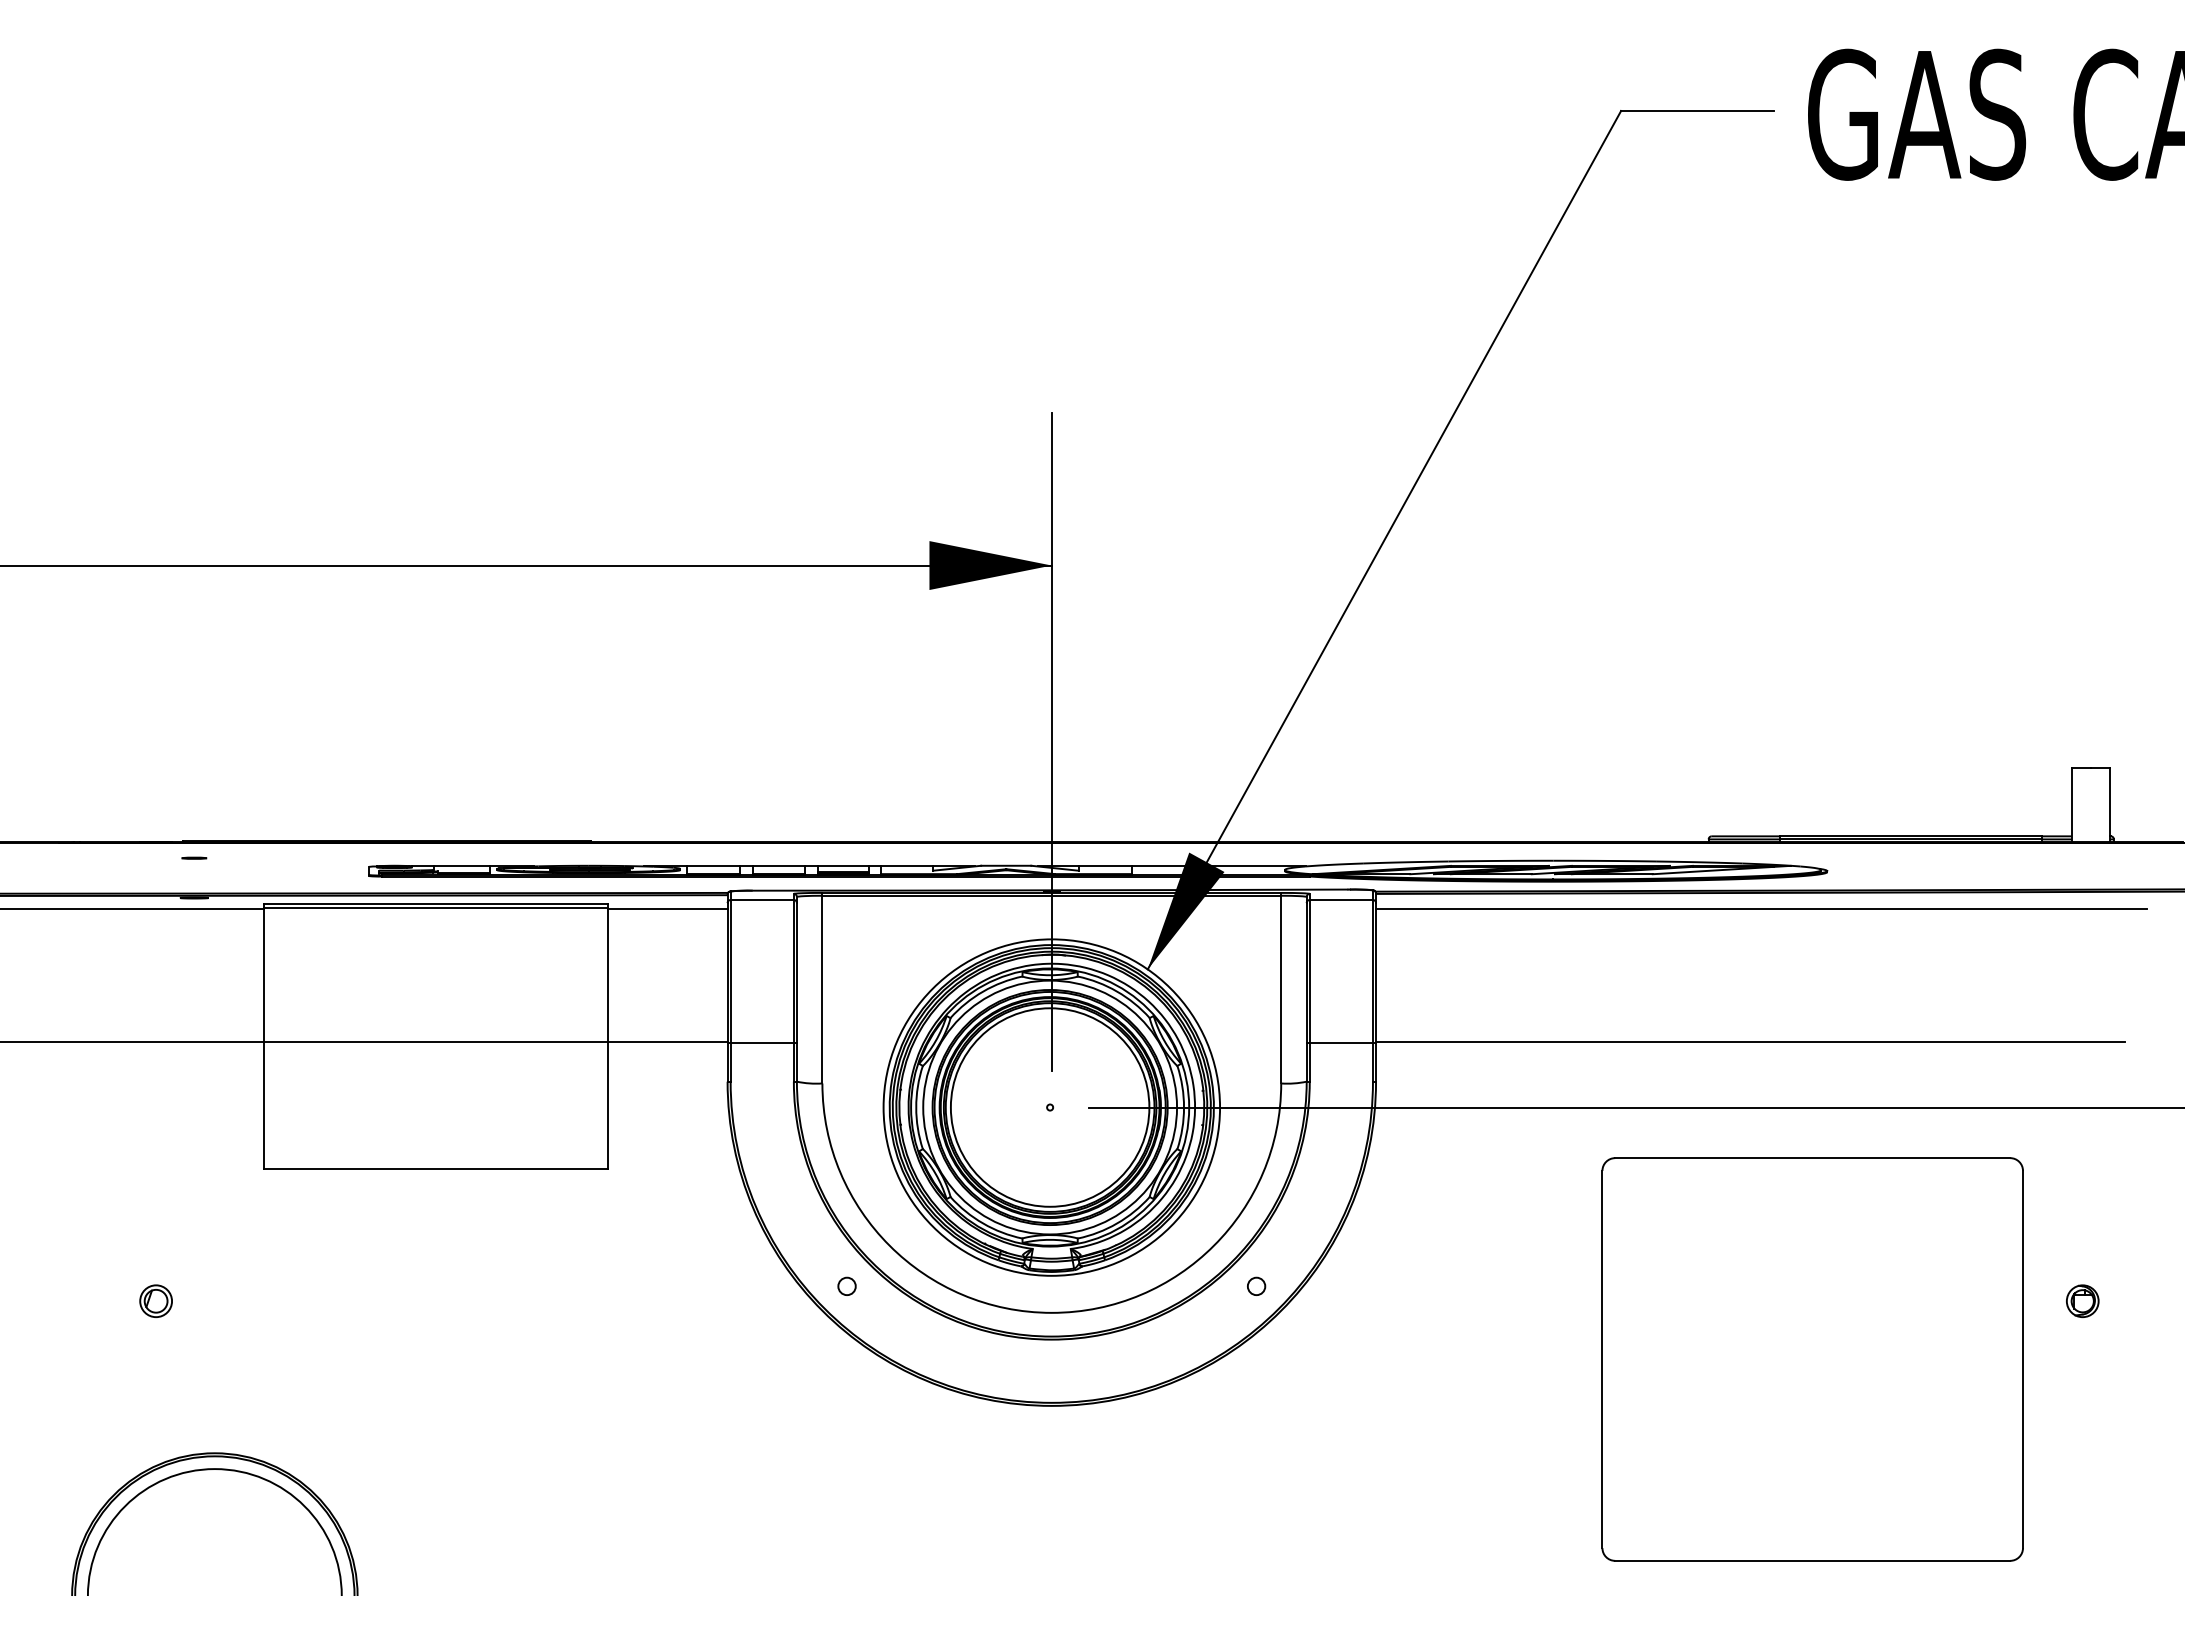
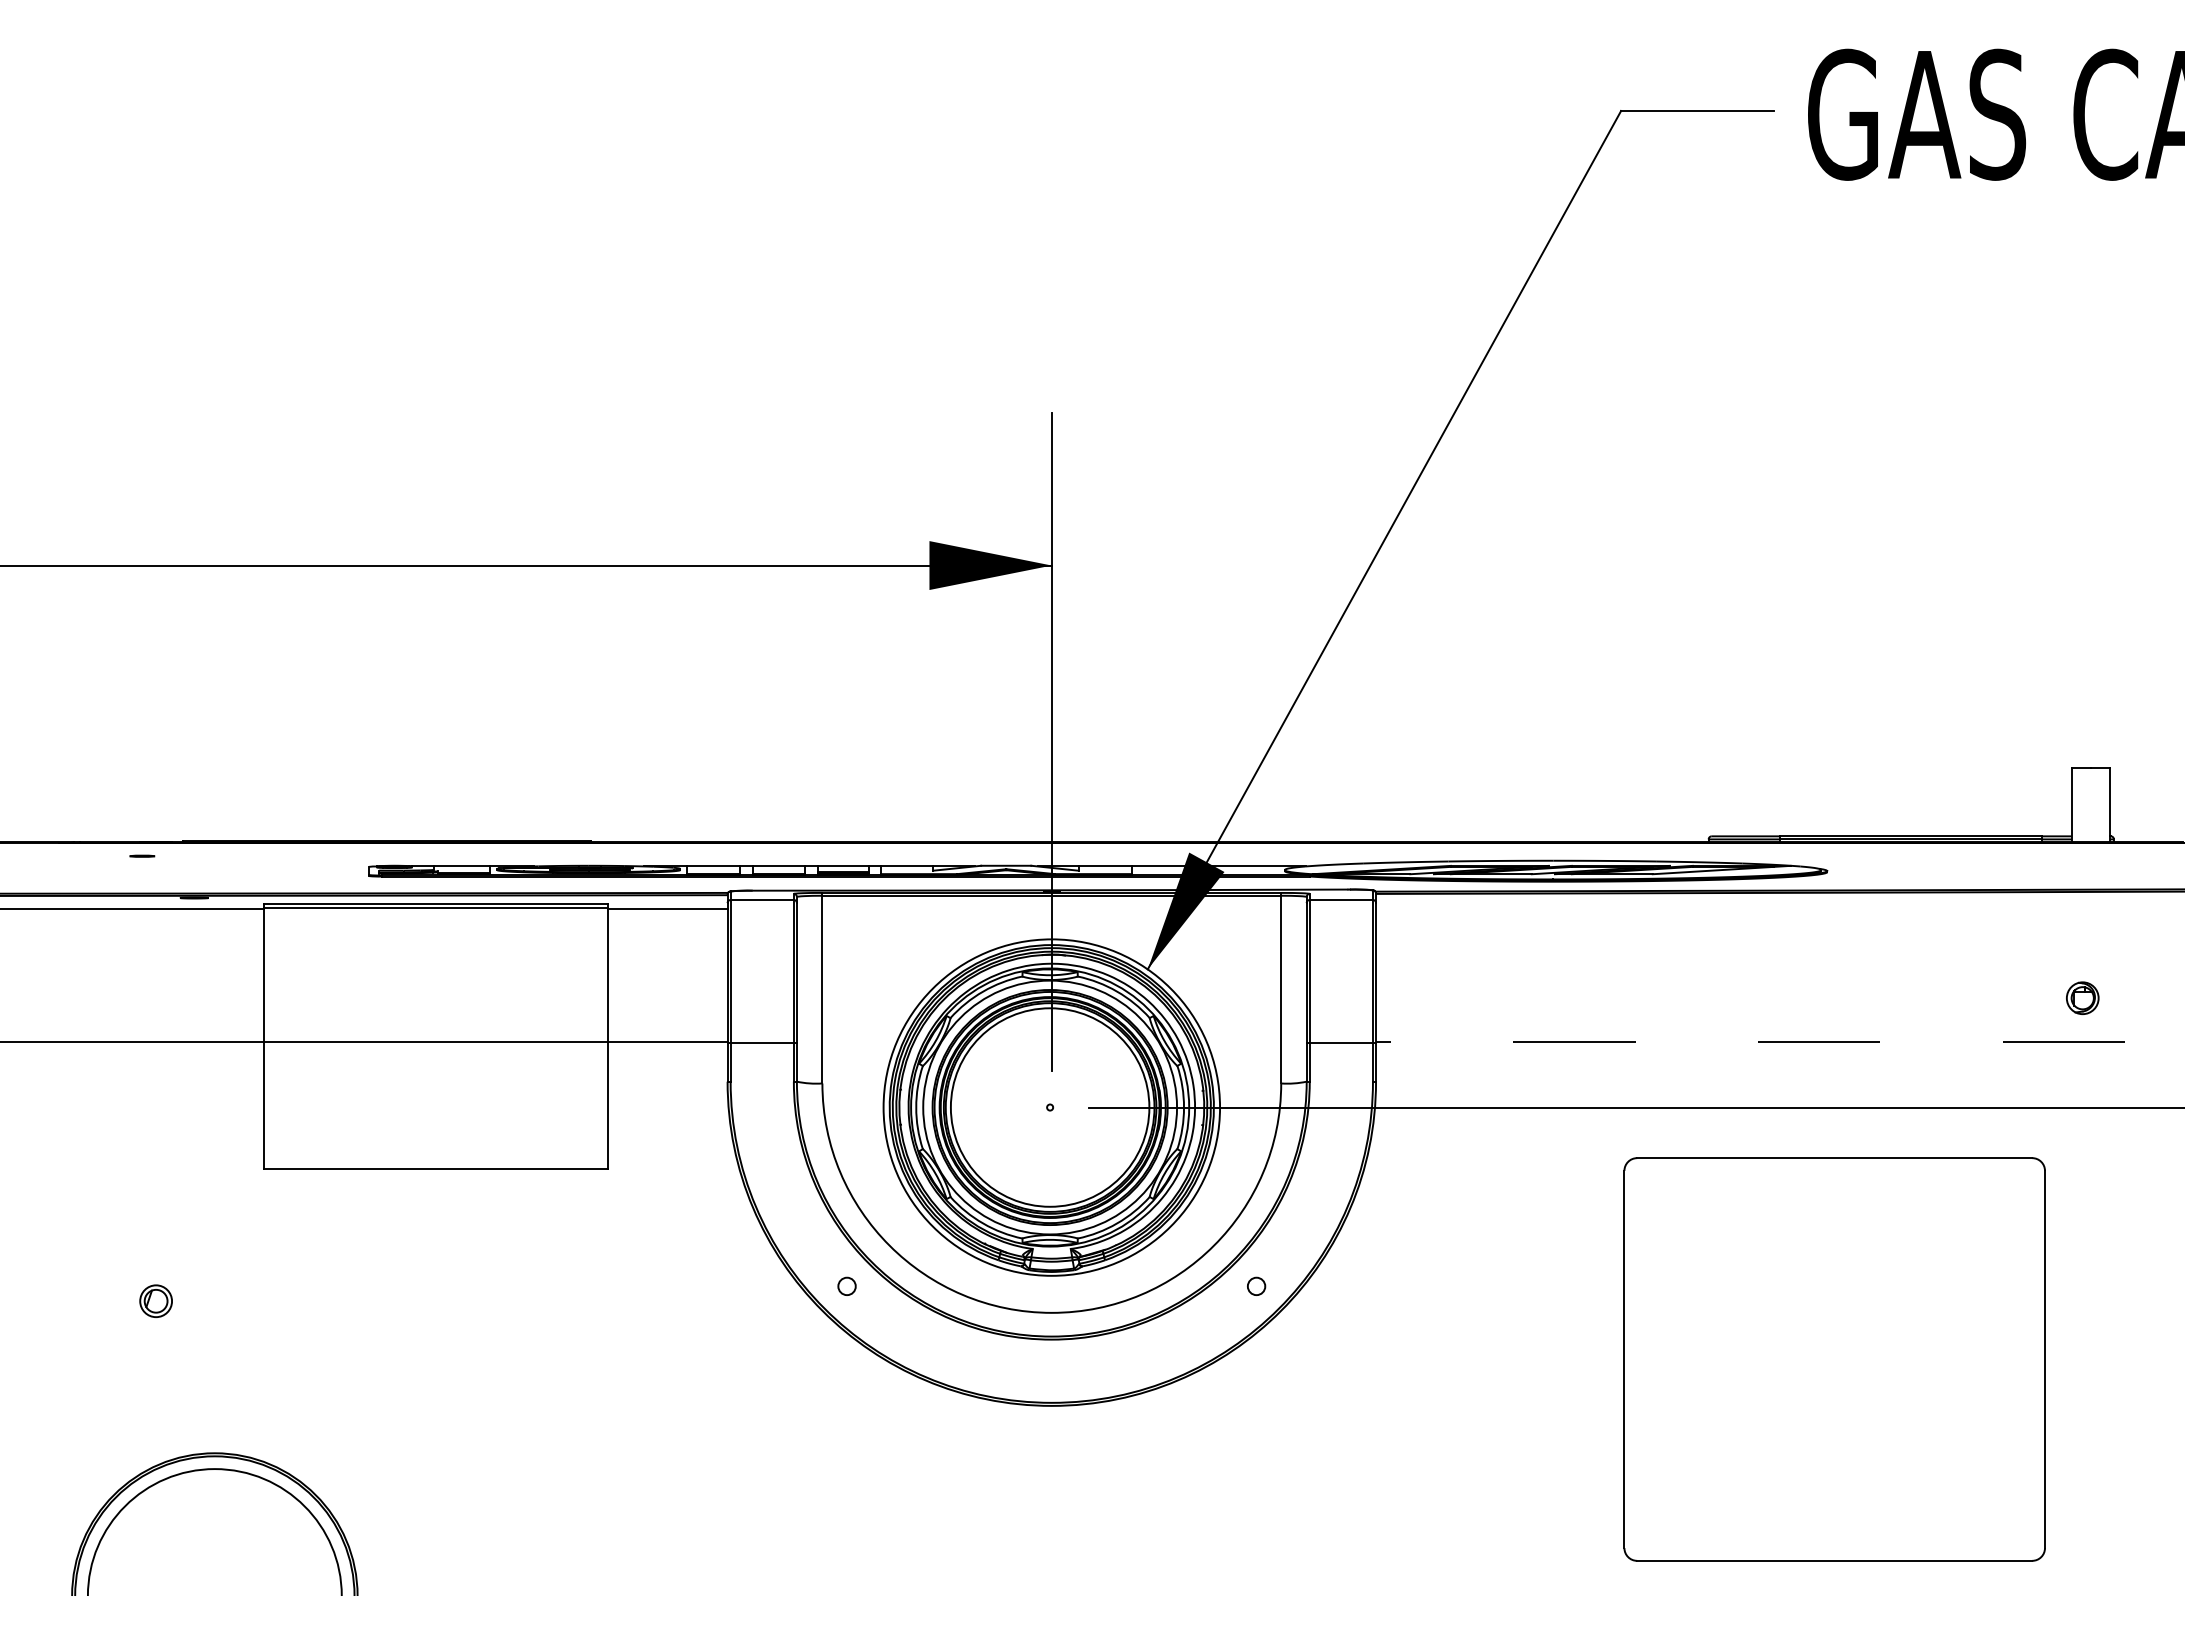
line at (194, 857) position: (194, 857) -> (142, 855)
line at (1761, 909): present -> none
line at (1749, 1041): solid -> dashed
part at (2082, 1300) position: (2082, 1300) -> (2082, 997)
part at (1812, 1359) position: (1812, 1359) -> (1834, 1359)
